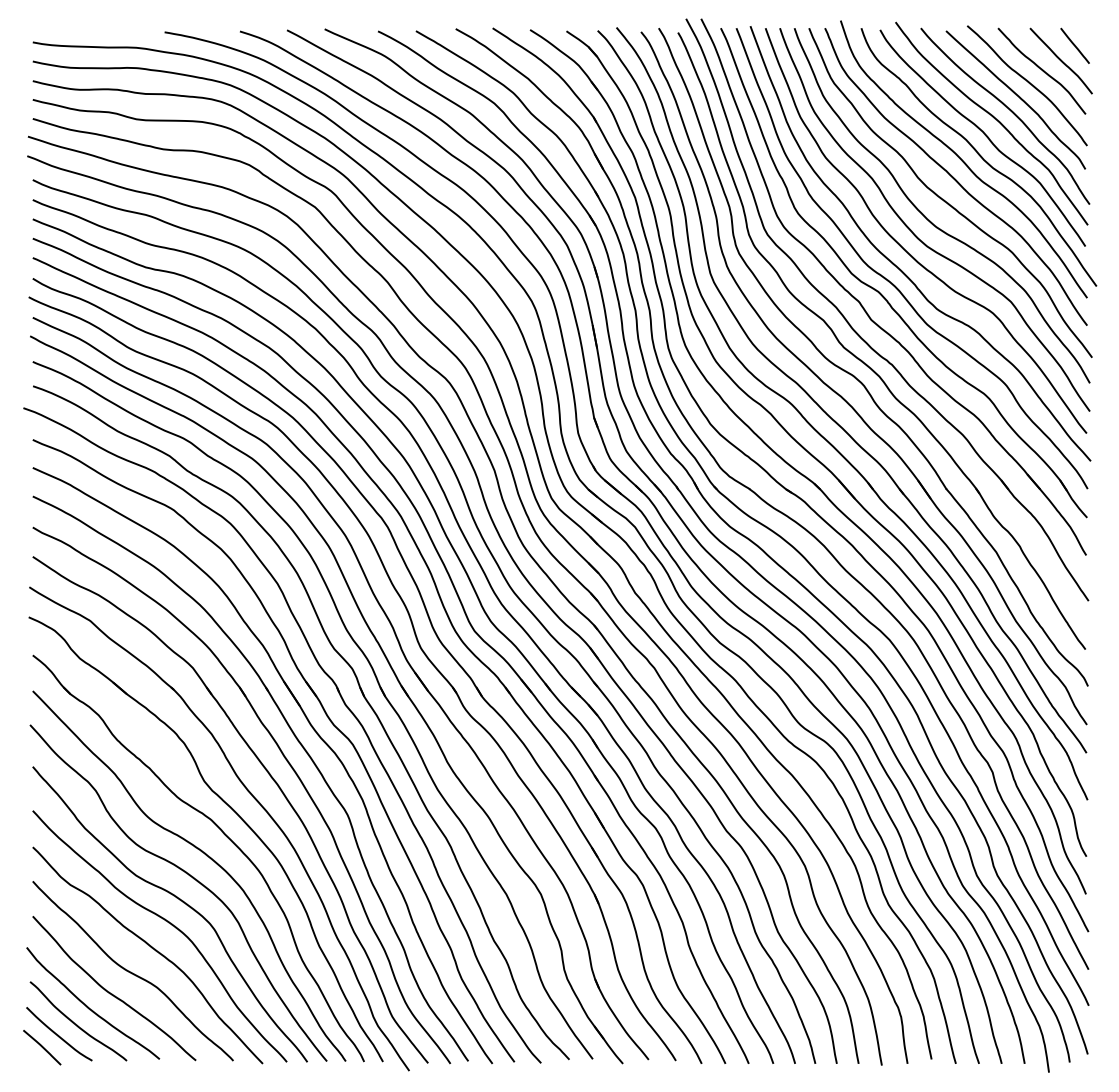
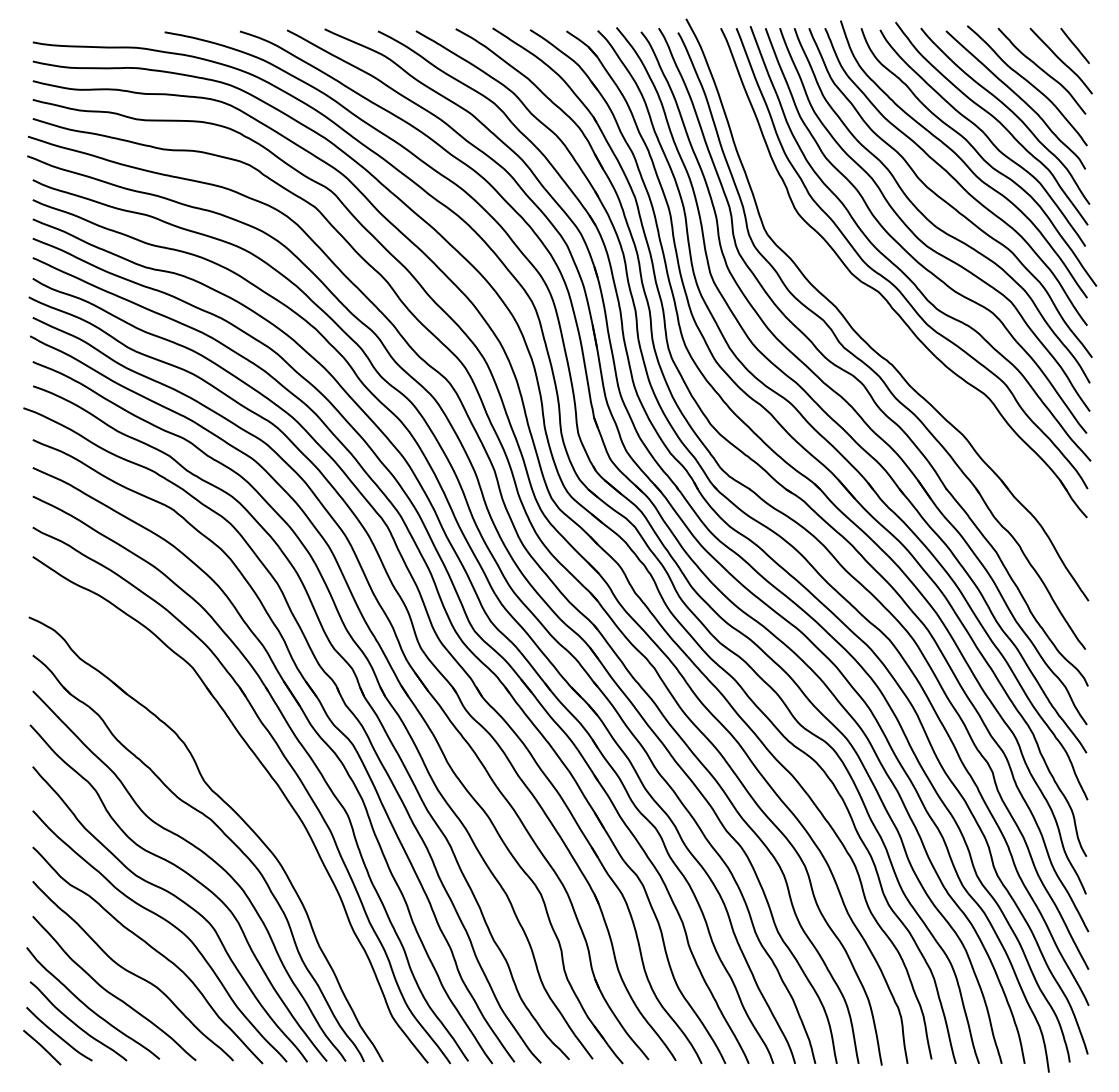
part at (864, 307): present -> none
part at (253, 798): present -> none
